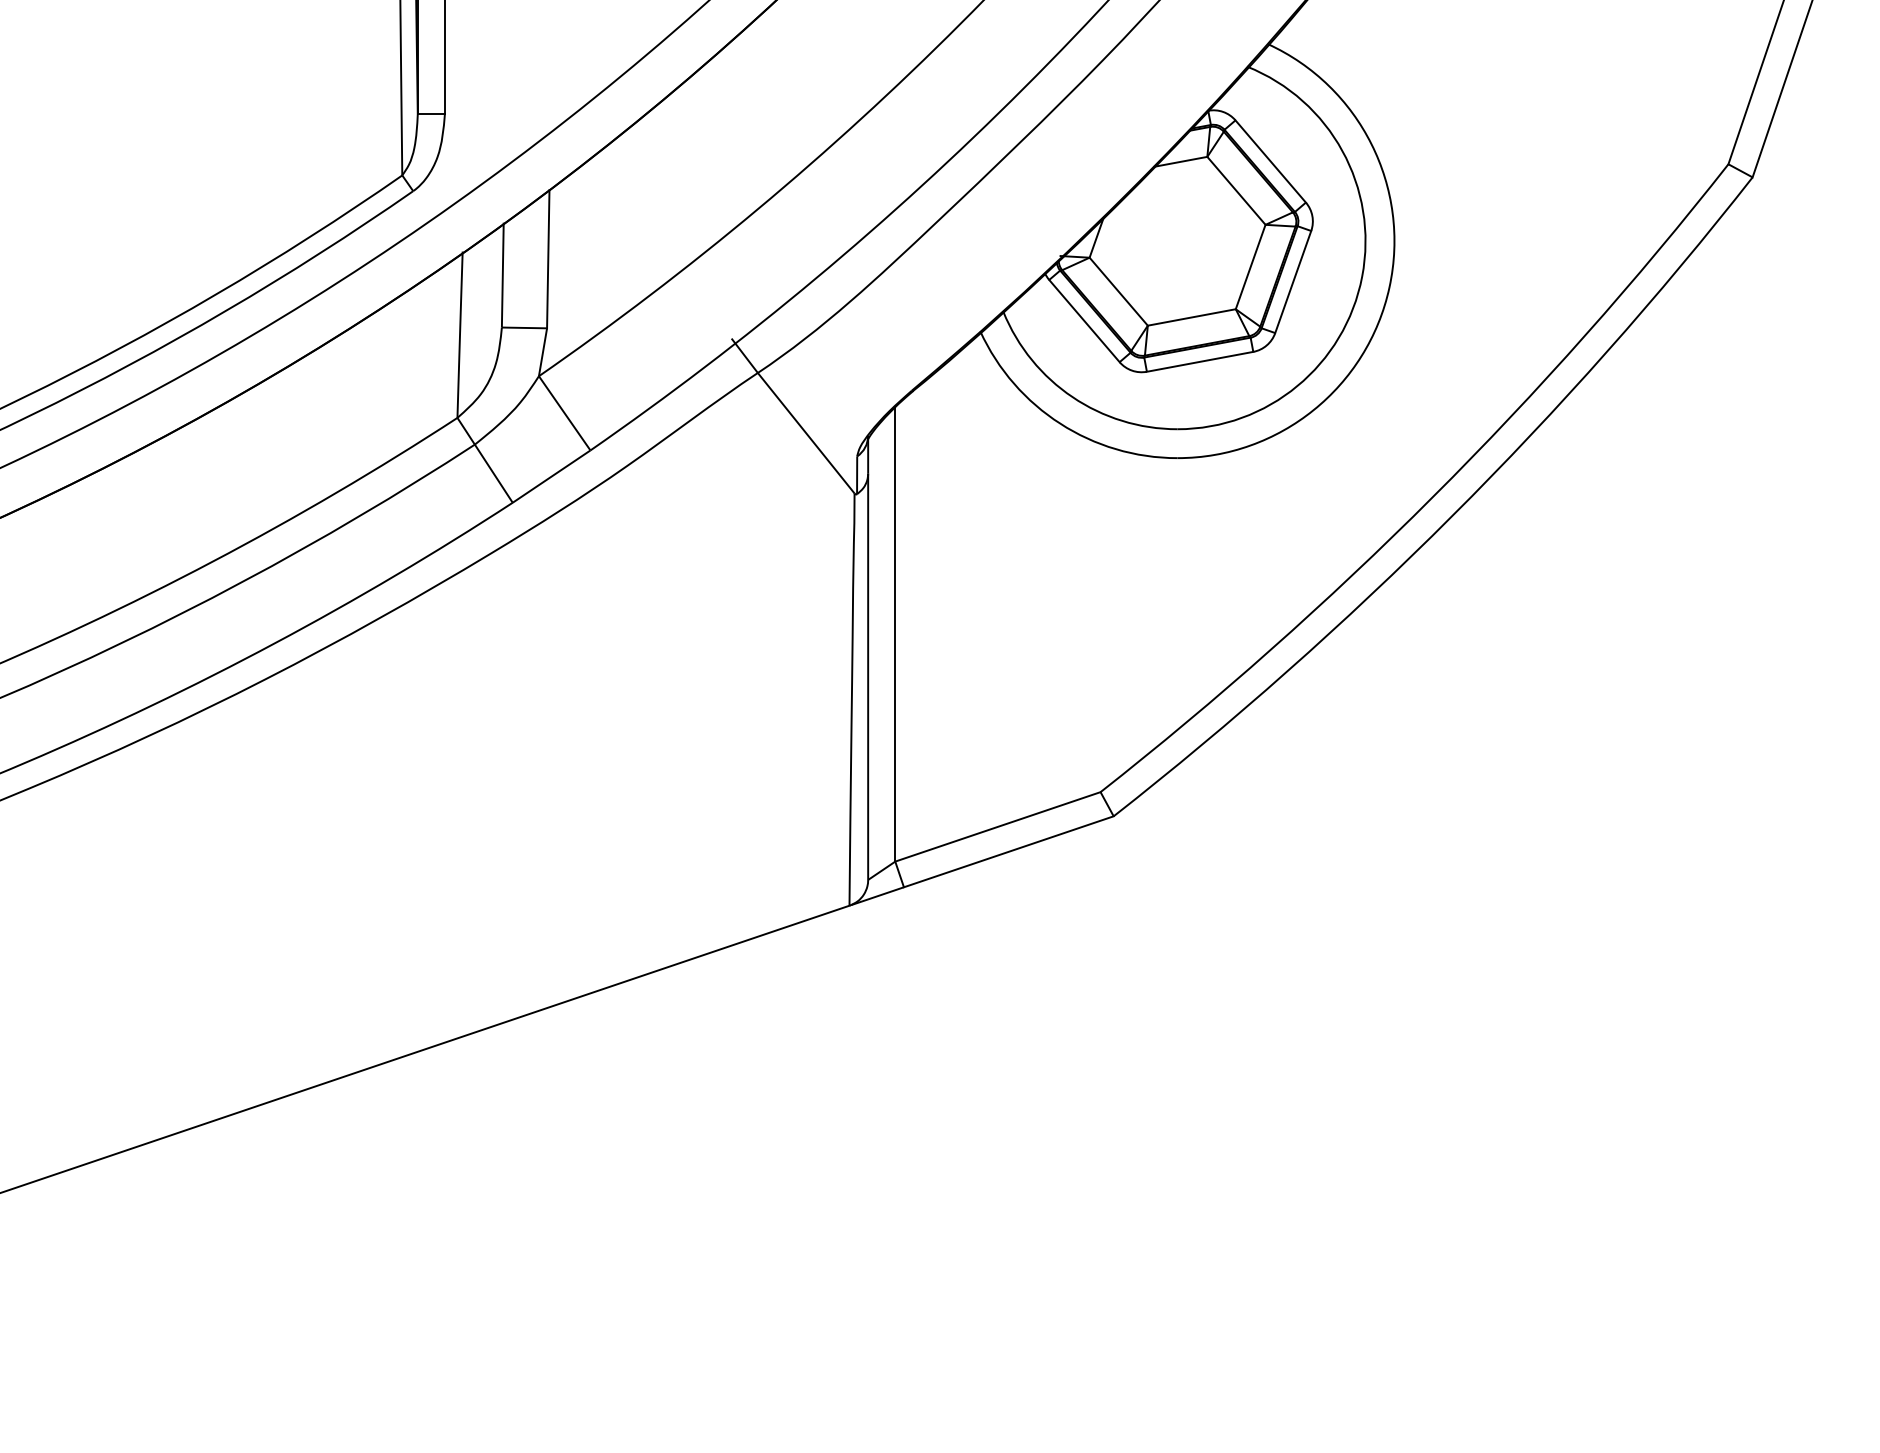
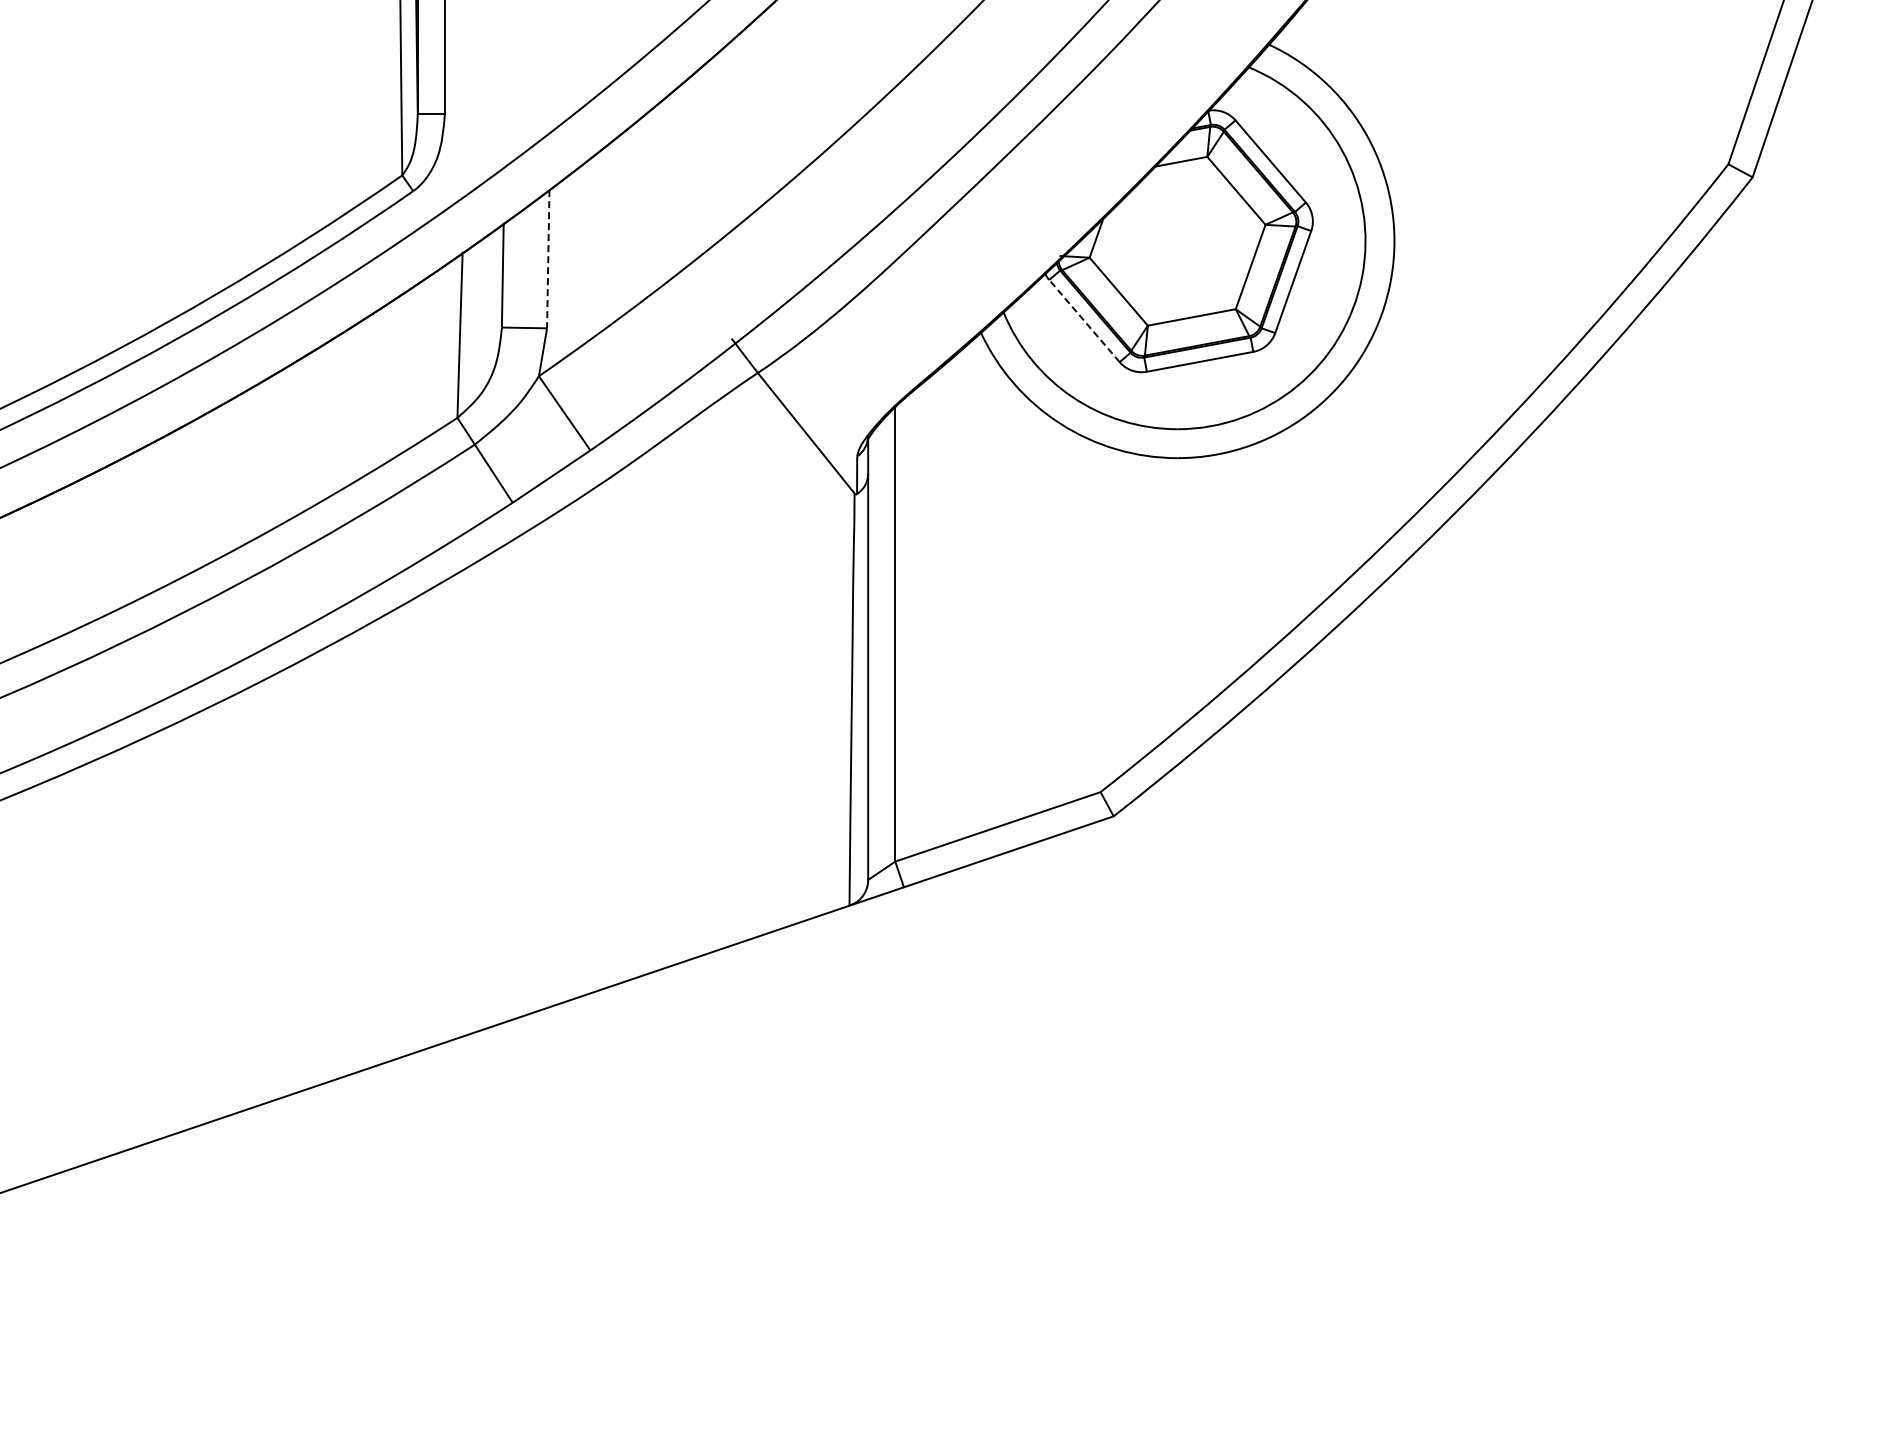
line at (548, 259): solid -> dashed
line at (1084, 320): solid -> dashed
